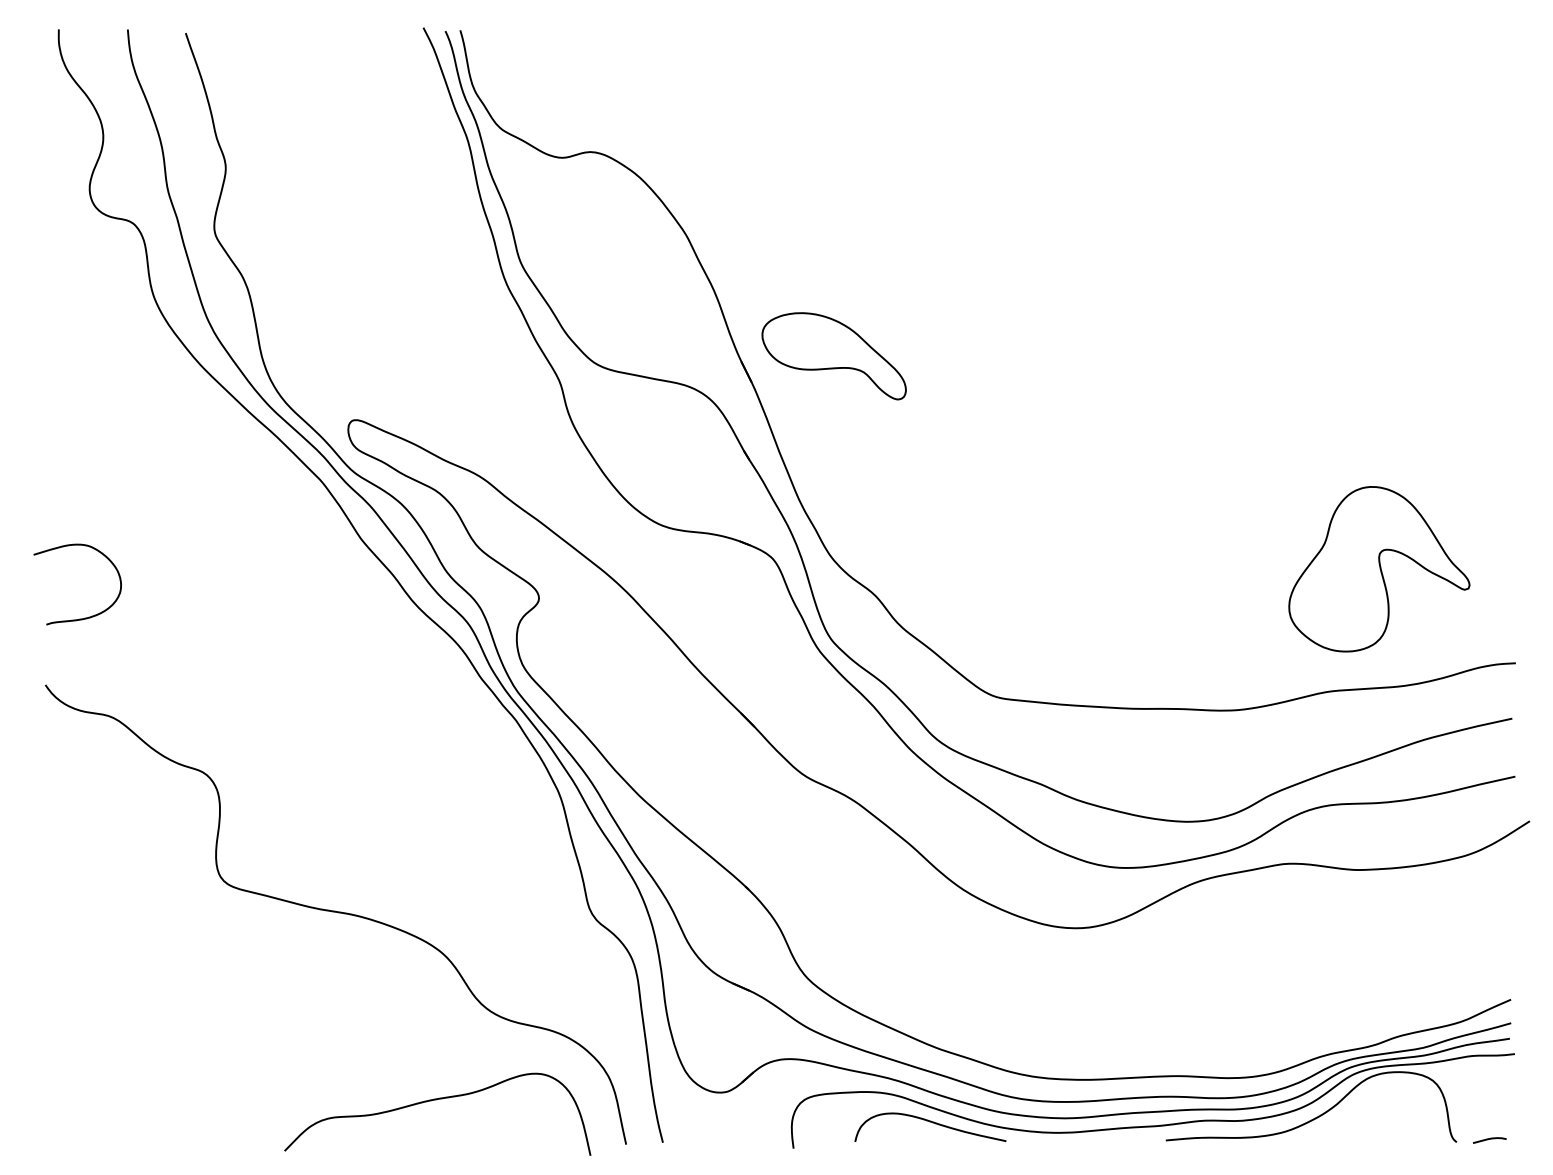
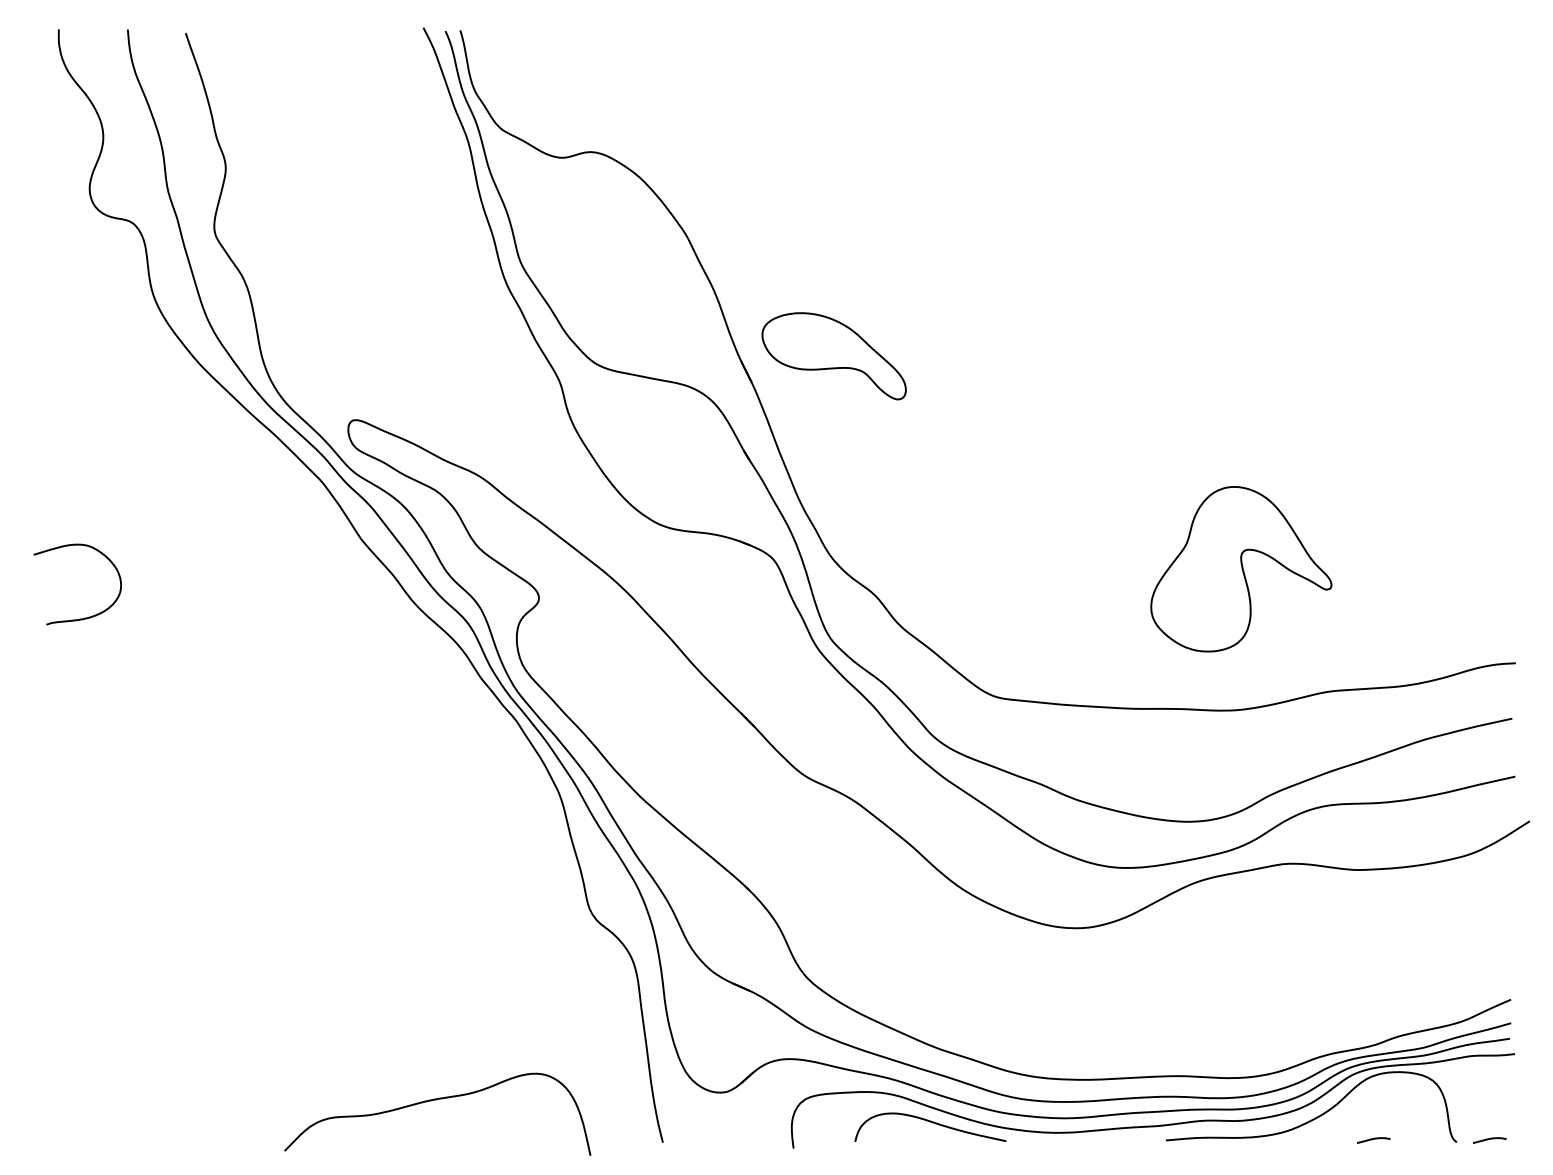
part at (1379, 569) position: (1379, 569) -> (1241, 569)
curve at (335, 912): present -> none
curve at (1373, 1139): none -> present
